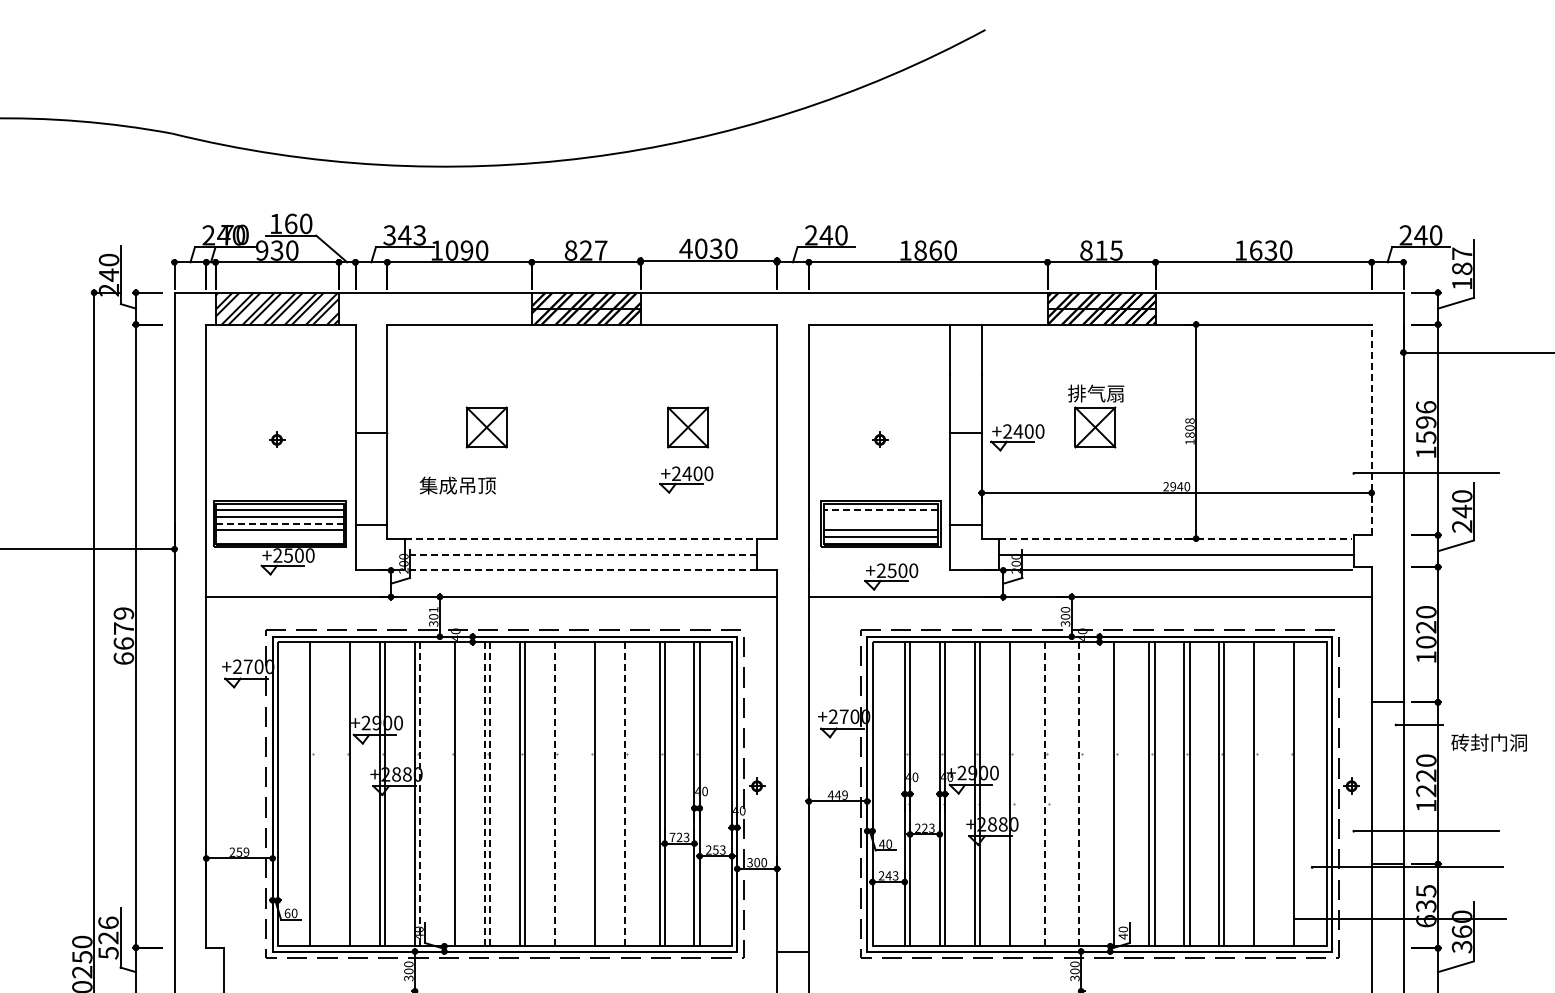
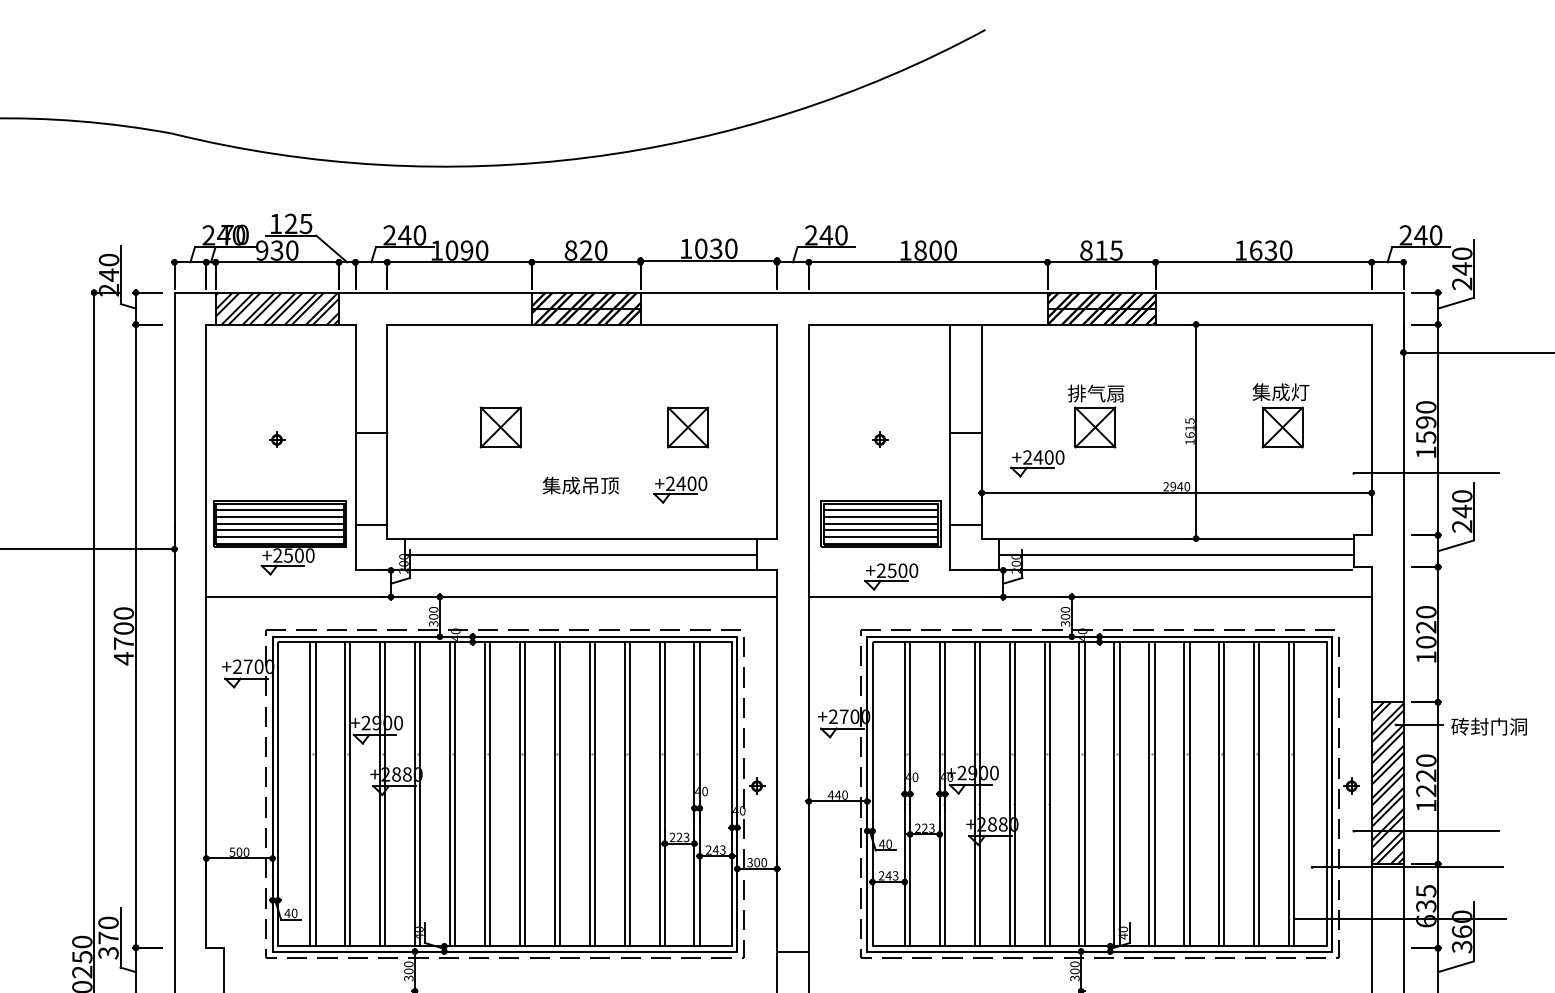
text at (298, 223): 160 -> 125
text at (404, 235): 343 -> 240
text at (685, 248): 4030 -> 1030
text at (601, 250): 827 -> 820
text at (935, 250): 1860 -> 1800
text at (1462, 268): 187 -> 240
text at (1426, 407): 1596 -> 1590
part at (1280, 415): none -> present
part at (486, 427) position: (486, 427) -> (500, 427)
text at (1189, 427): 1808 -> 1615
line at (1371, 429): dashed -> solid
part at (1017, 437) position: (1017, 437) -> (1037, 463)
part at (686, 479) position: (686, 479) -> (680, 489)
text at (457, 485) position: (457, 485) -> (580, 485)
line at (880, 510): dashed -> solid
line at (881, 516): none -> present
line at (279, 523): dashed -> solid
line at (881, 523): none -> present
line at (279, 537): none -> present
line at (581, 538): dashed -> solid
line at (1175, 538): dashed -> solid
line at (580, 554): dashed -> solid
line at (580, 570): dashed -> solid
text at (433, 609): 301 -> 300
text at (123, 636): 6679 -> 4700
text at (1488, 742) position: (1488, 742) -> (1488, 726)
hatch at (1387, 783): none -> present
line at (420, 793): dashed -> solid
line at (484, 793): dashed -> solid
line at (490, 793): dashed -> solid
line at (554, 793): dashed -> solid
line at (624, 793): dashed -> solid
line at (1044, 793): dashed -> solid
line at (1079, 793): dashed -> solid
line at (315, 794): none -> present
line at (345, 794): none -> present
line at (449, 794): none -> present
line at (560, 794): none -> present
line at (589, 794): none -> present
line at (629, 794): none -> present
text at (844, 794): 449 -> 440
line at (1014, 794): none -> present
line at (1049, 794): none -> present
line at (1084, 794): none -> present
line at (1119, 794): none -> present
line at (1259, 794): none -> present
line at (1289, 794): none -> present
text at (672, 837): 723 -> 223
text at (715, 849): 253 -> 243
text at (239, 851): 259 -> 500
text at (287, 913): 60 -> 40
text at (108, 937): 526 -> 370
